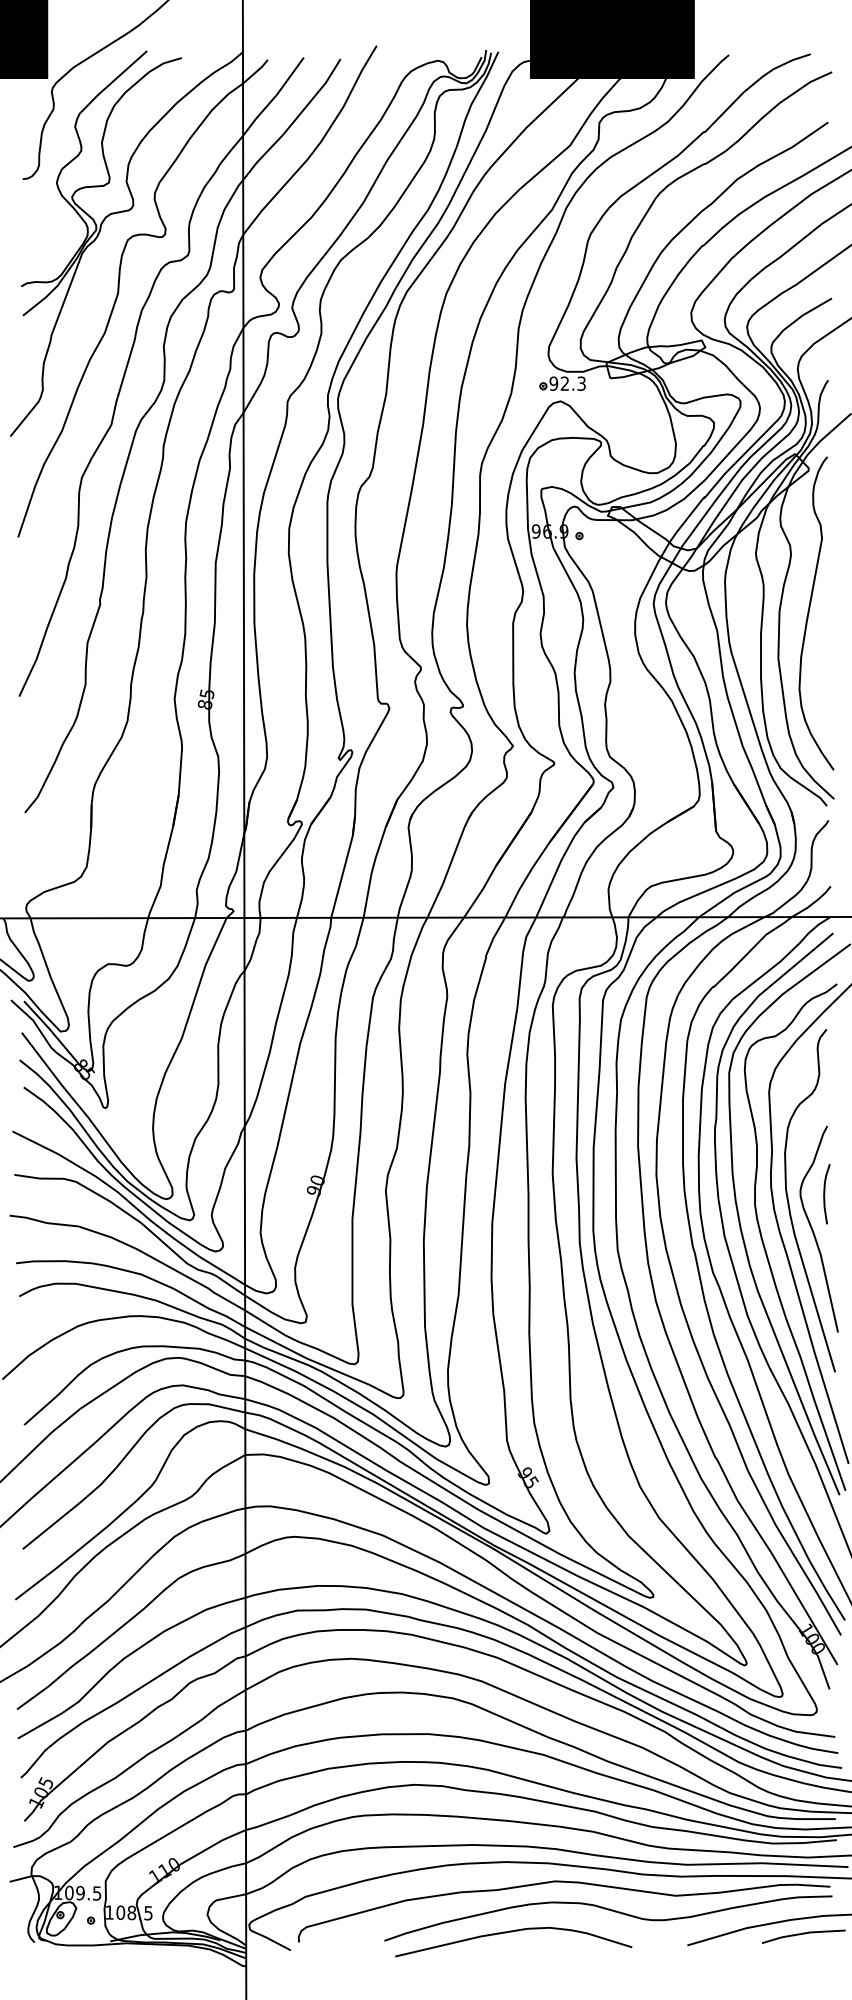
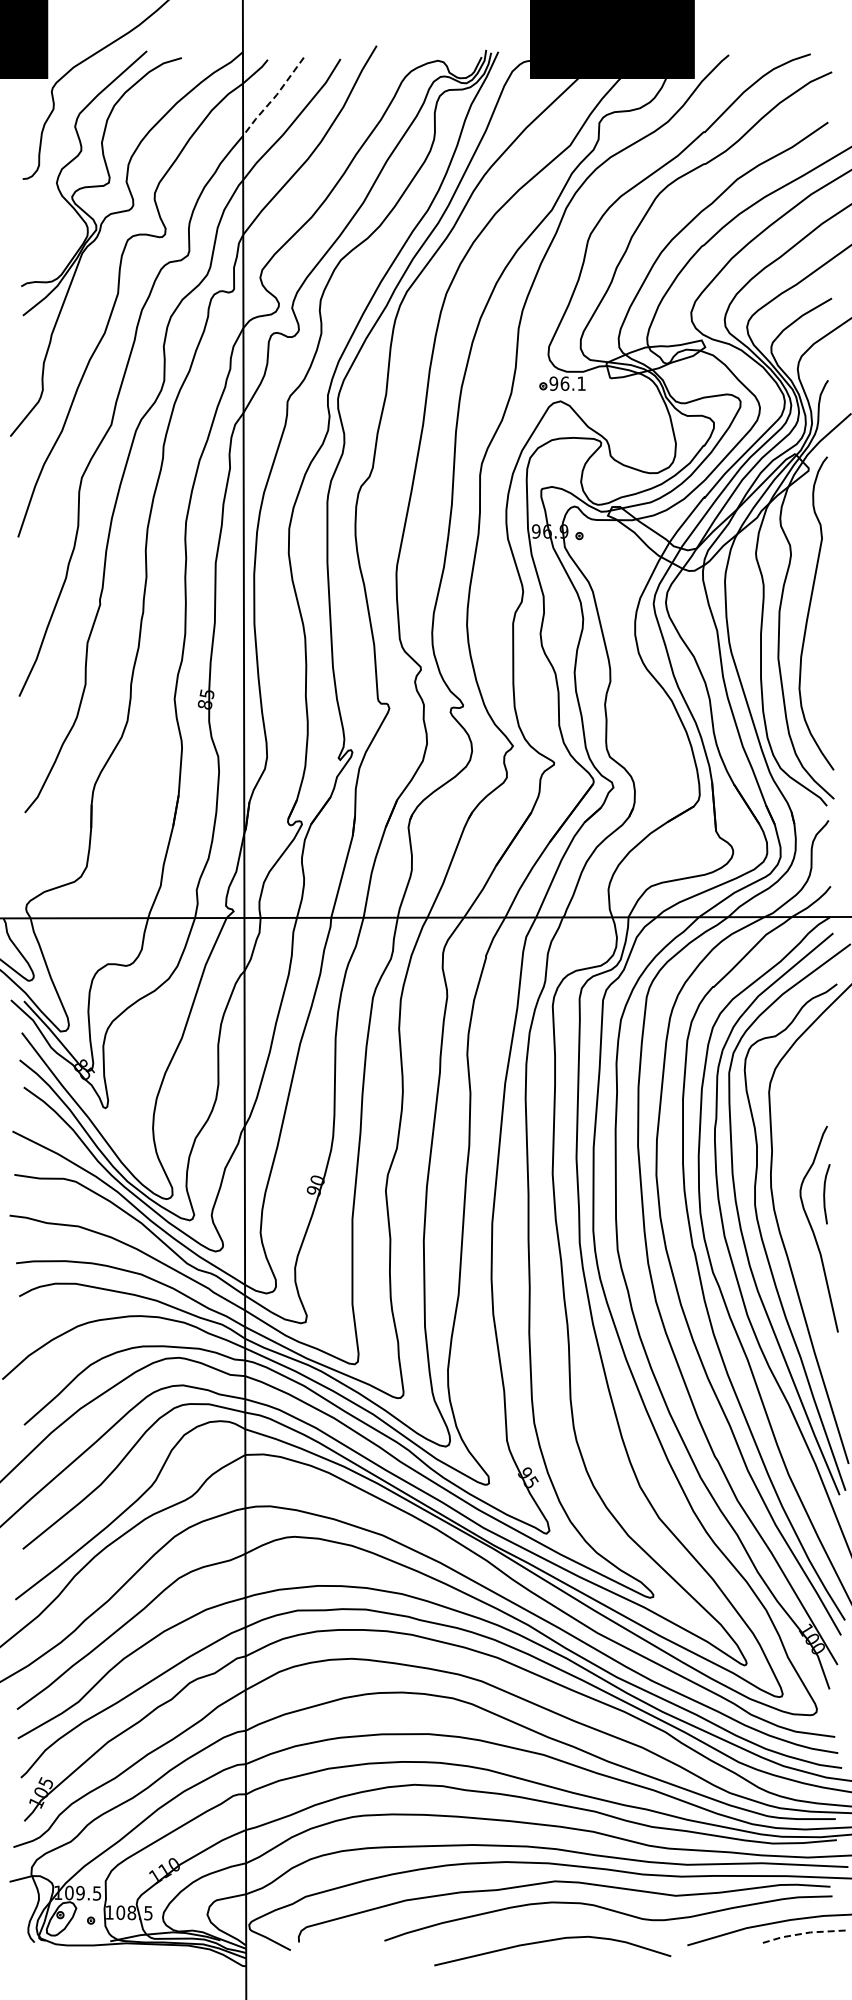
line at (274, 98): solid -> dashed
text at (572, 383): 92.3 -> 96.1
curve at (789, 1202): present -> none
curve at (512, 1932) position: (512, 1932) -> (551, 1941)
line at (803, 1933): solid -> dashed
